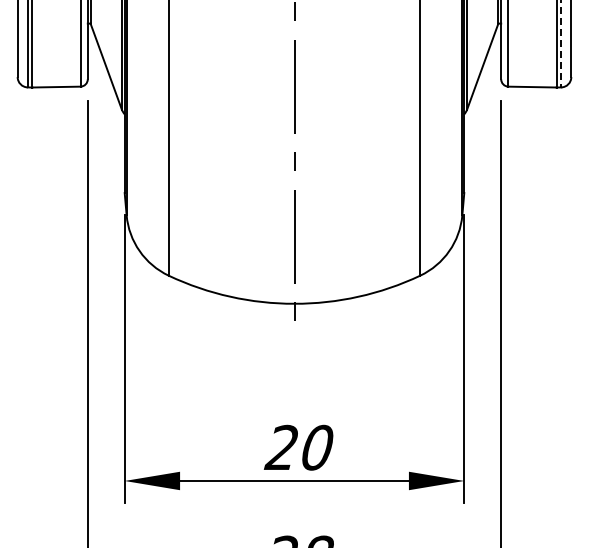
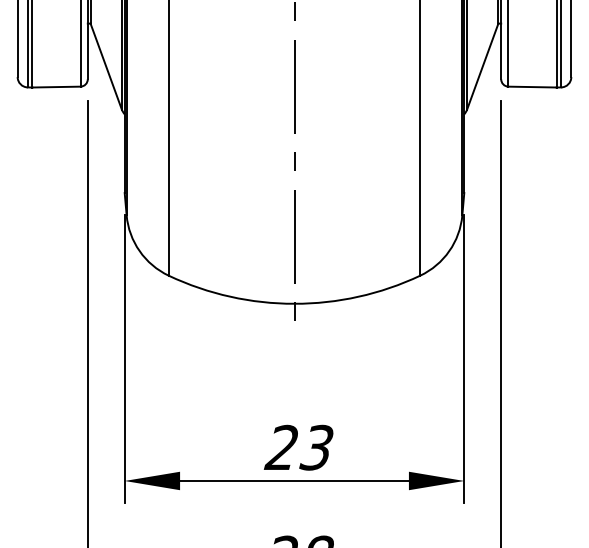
line at (561, 44): dashed -> solid
text at (316, 447): 20 -> 23
